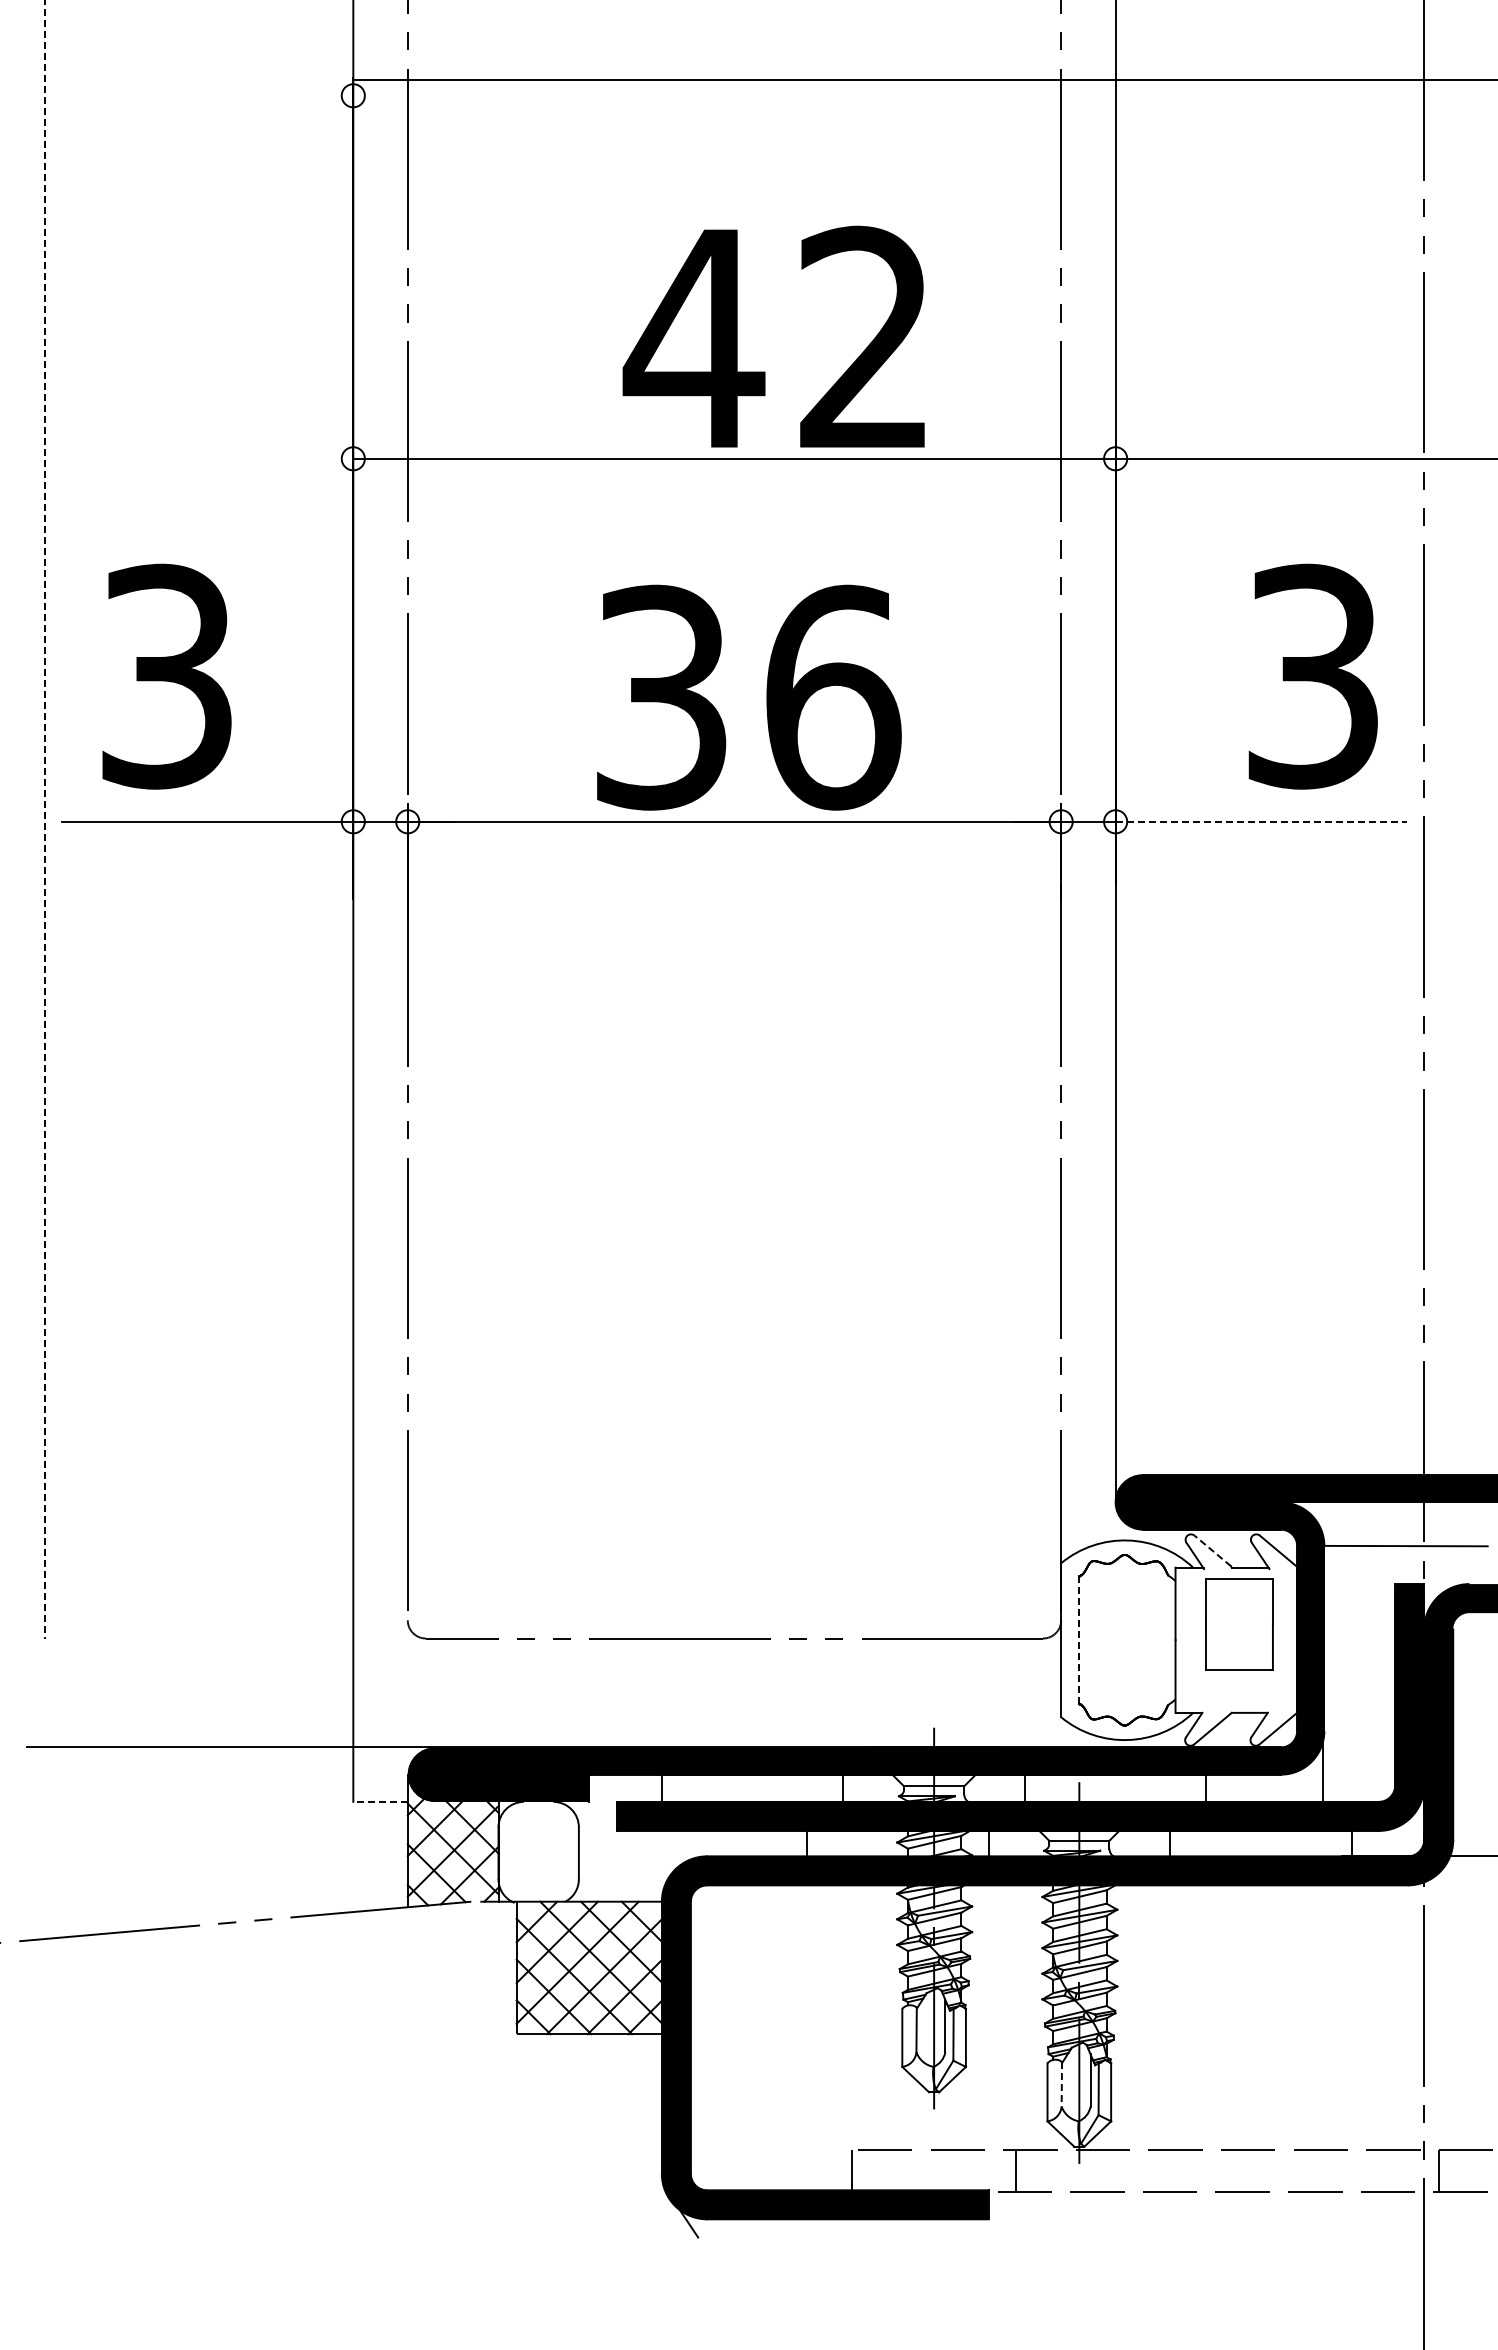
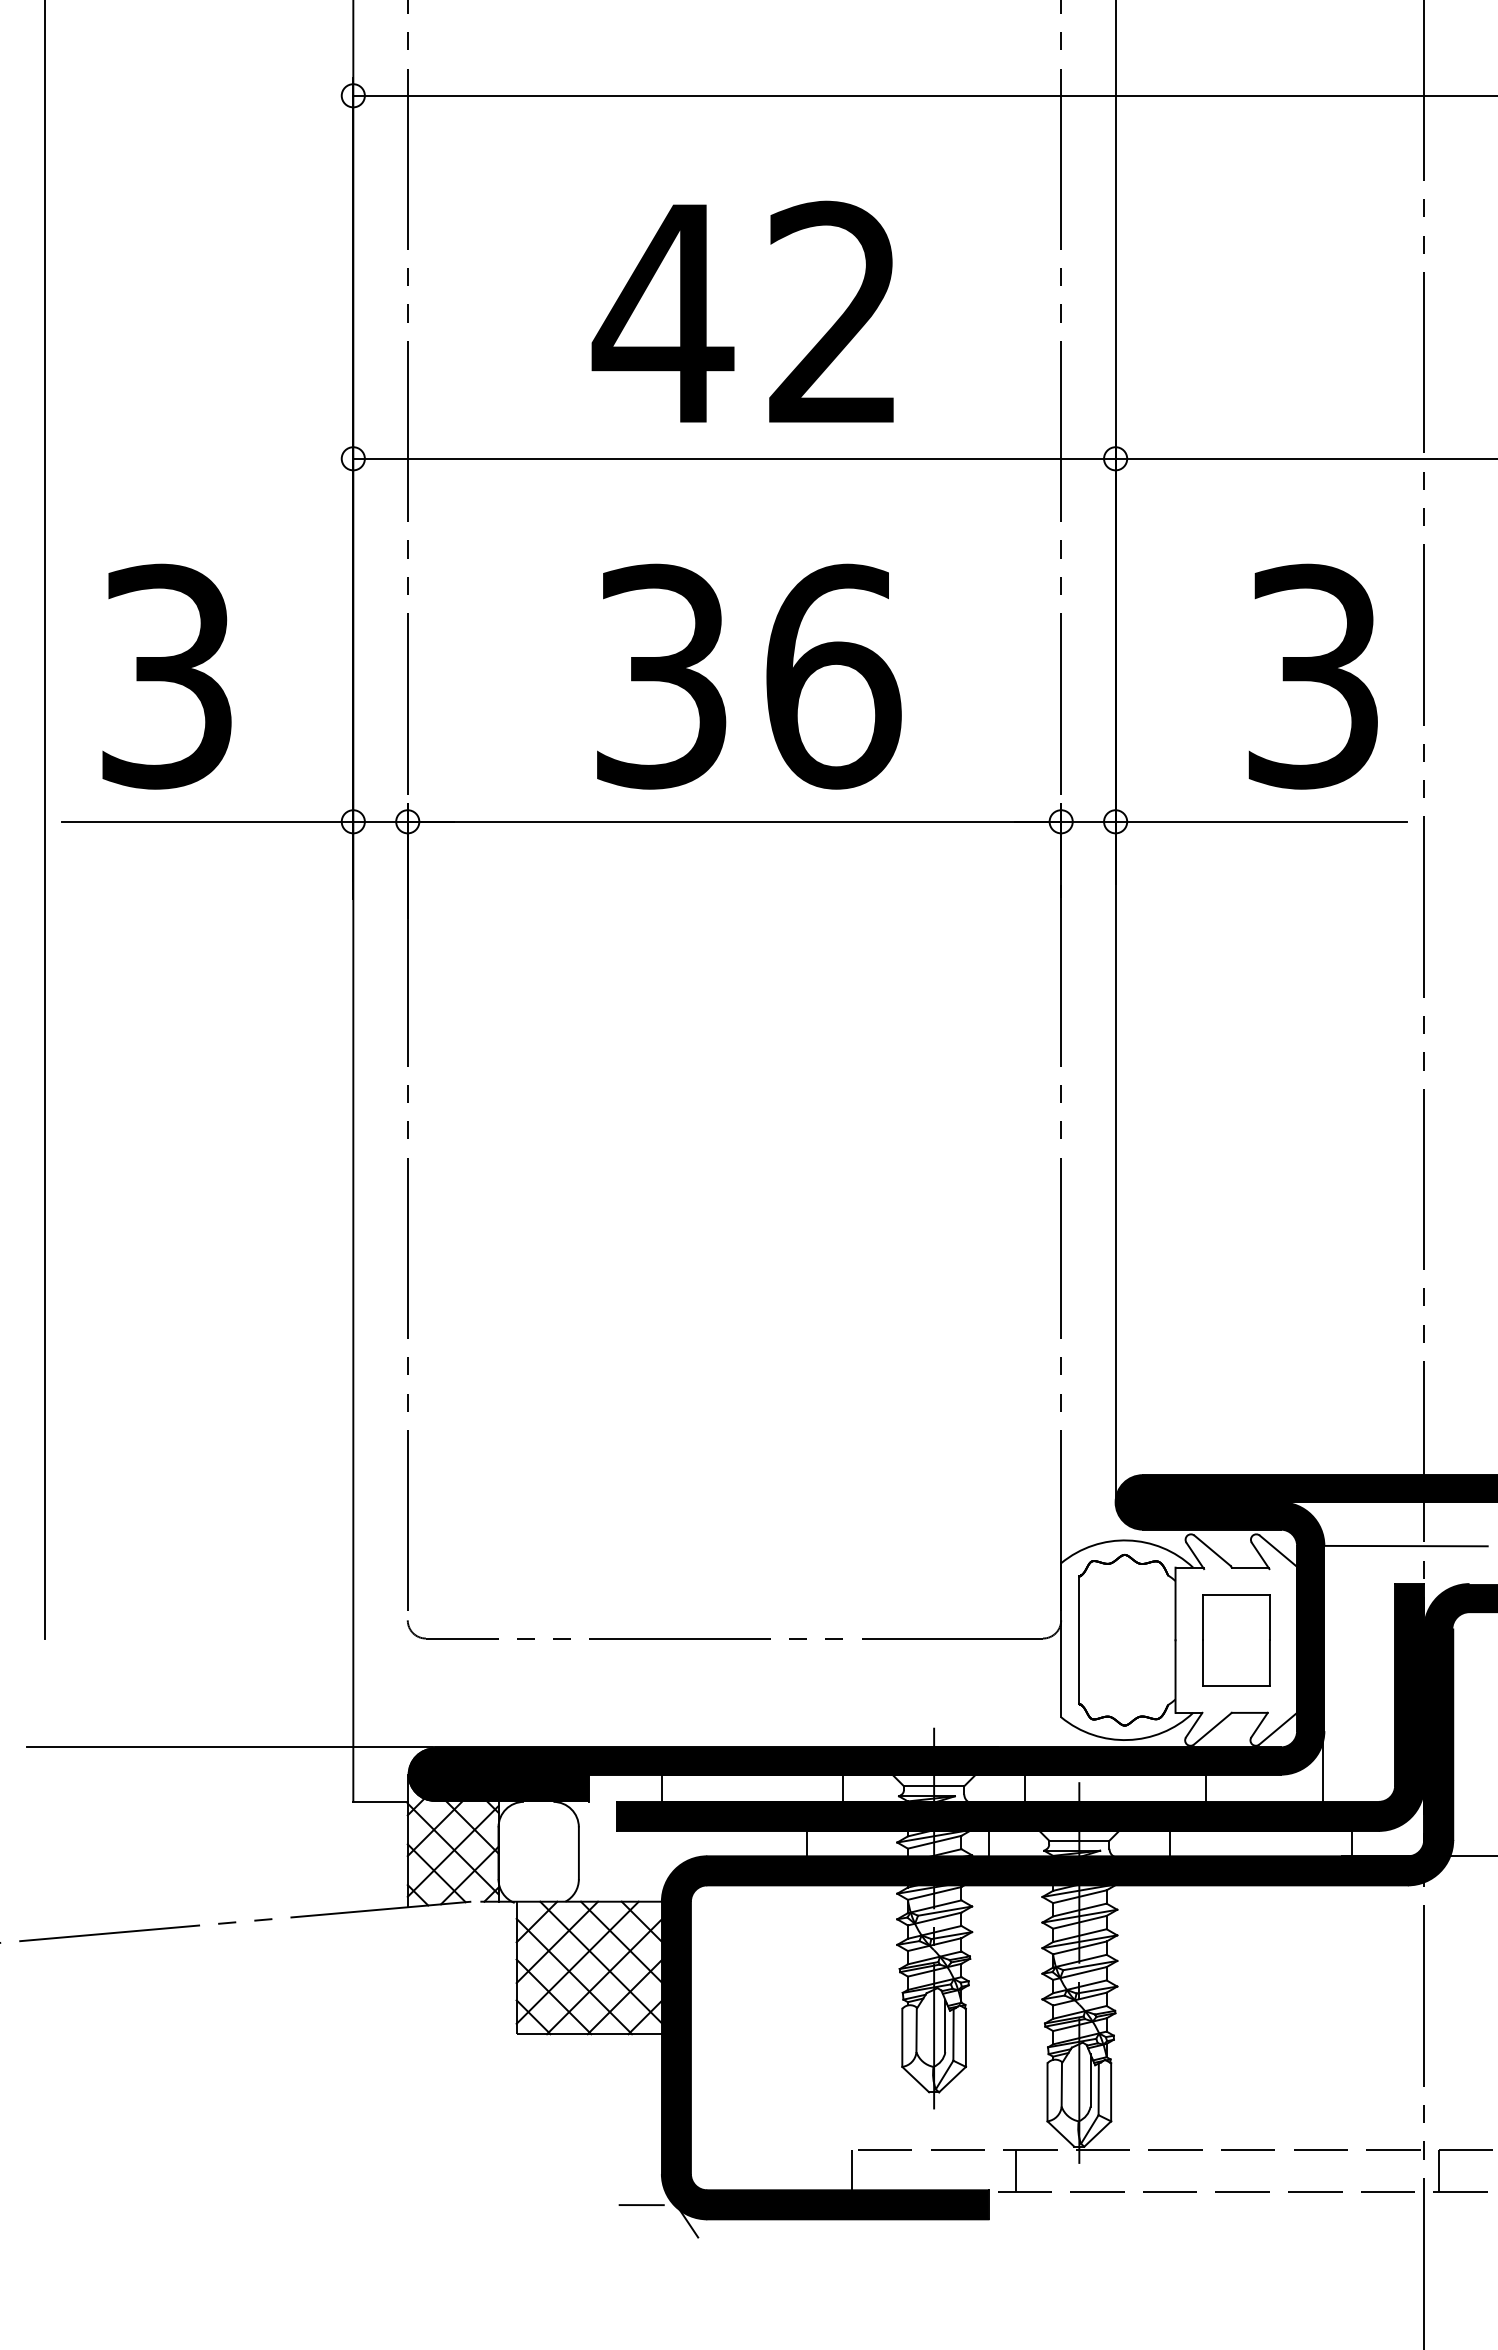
line at (923, 79) position: (923, 79) -> (923, 95)
text at (773, 336) position: (773, 336) -> (742, 311)
text at (749, 697) position: (749, 697) -> (749, 676)
line at (44, 819): dashed -> solid
line at (1261, 821): dashed -> solid
line at (1212, 1550): dashed -> solid
part at (1239, 1624) position: (1239, 1624) -> (1236, 1640)
line at (1079, 1640): dashed -> solid
line at (380, 1801): dashed -> solid
line at (1061, 2084): dashed -> solid
line at (641, 2205): none -> present
